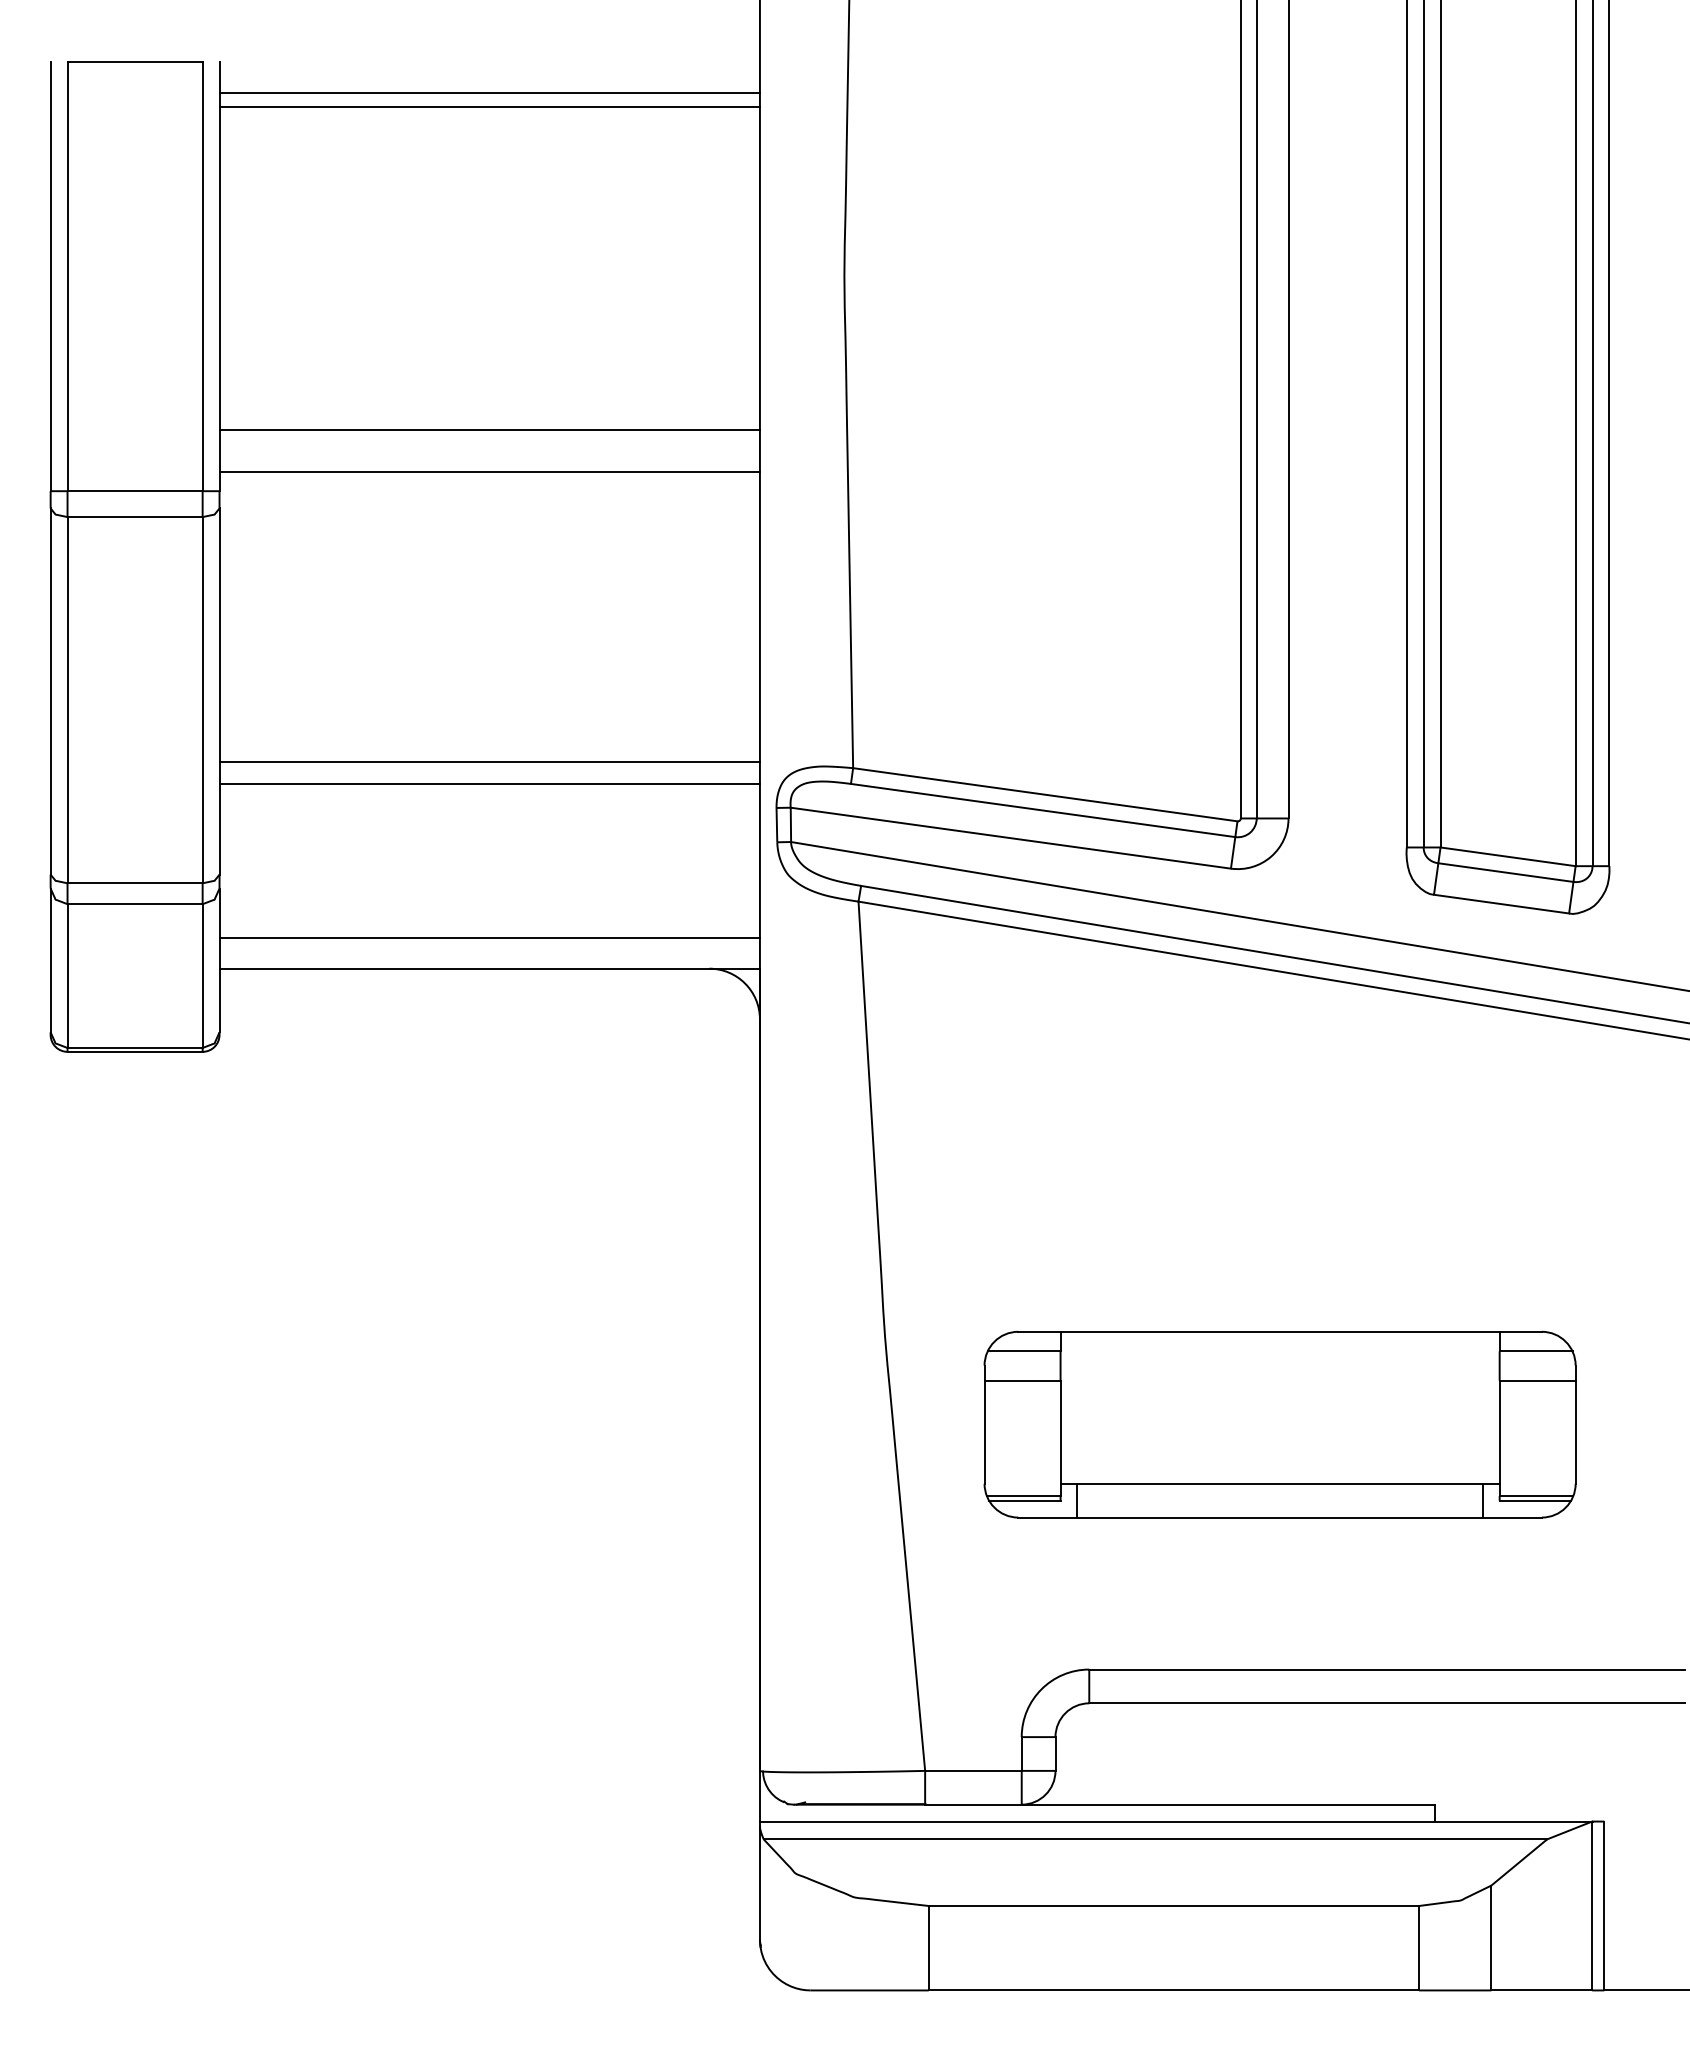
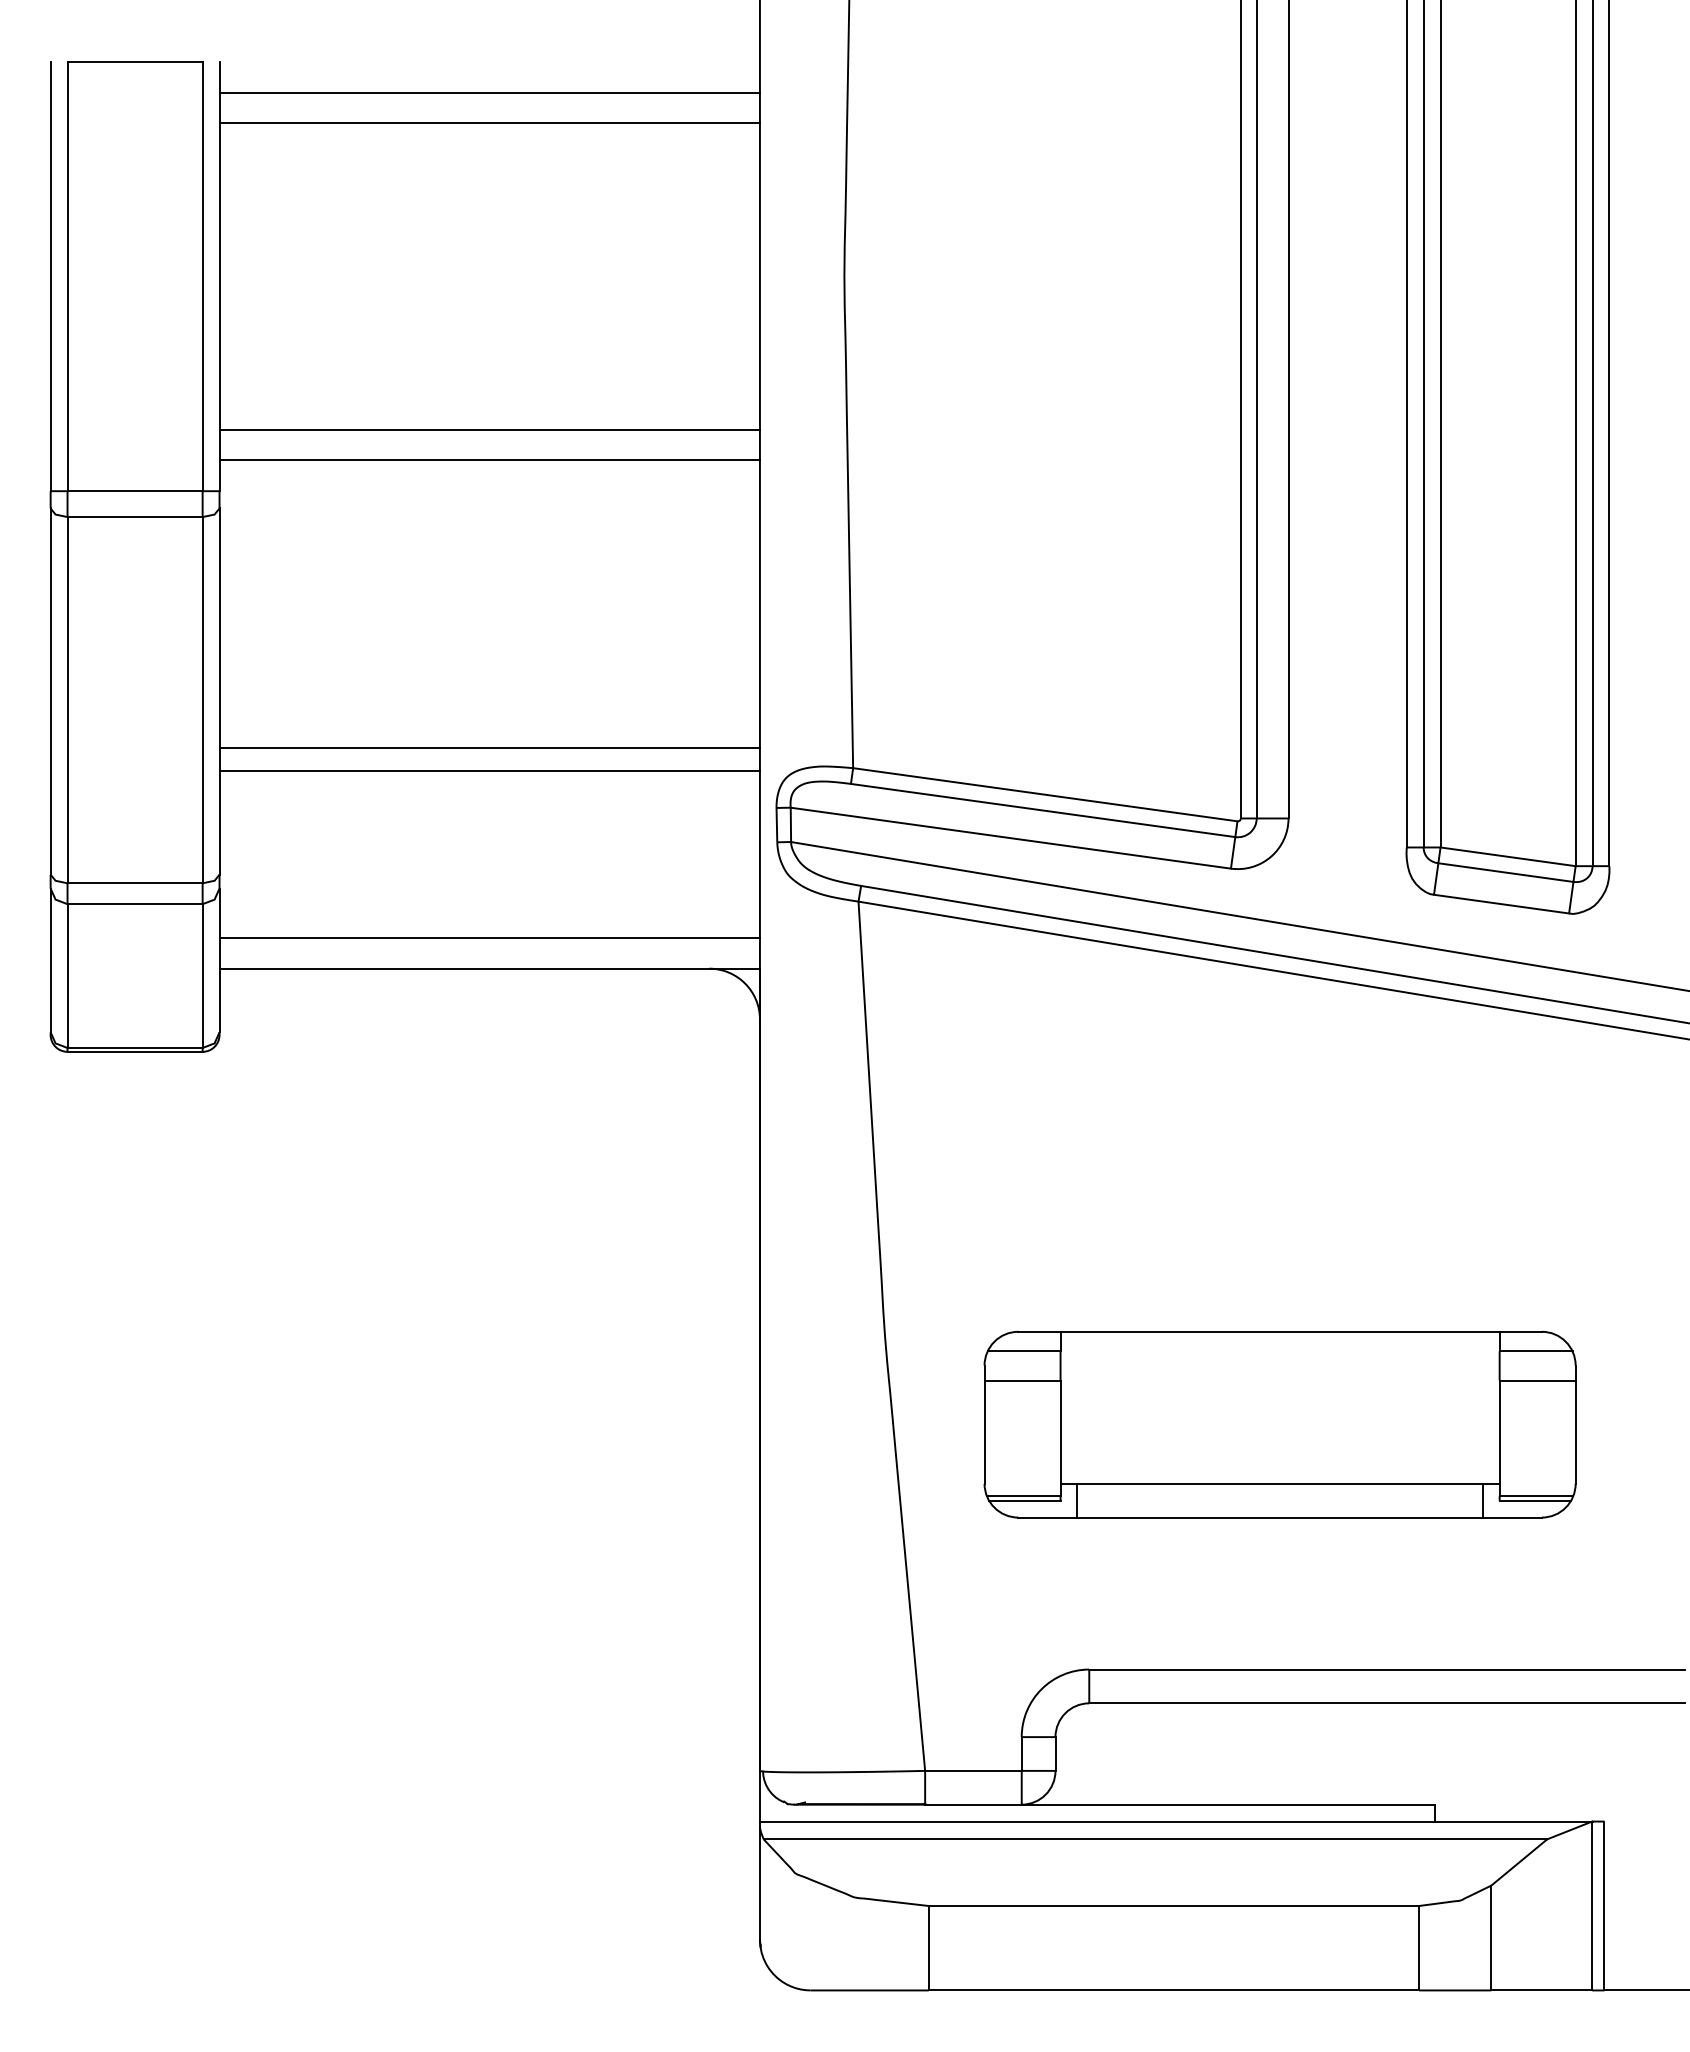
line at (489, 107) position: (489, 107) -> (489, 123)
line at (489, 471) position: (489, 471) -> (489, 459)
line at (489, 761) position: (489, 761) -> (489, 747)
line at (489, 784) position: (489, 784) -> (489, 771)
